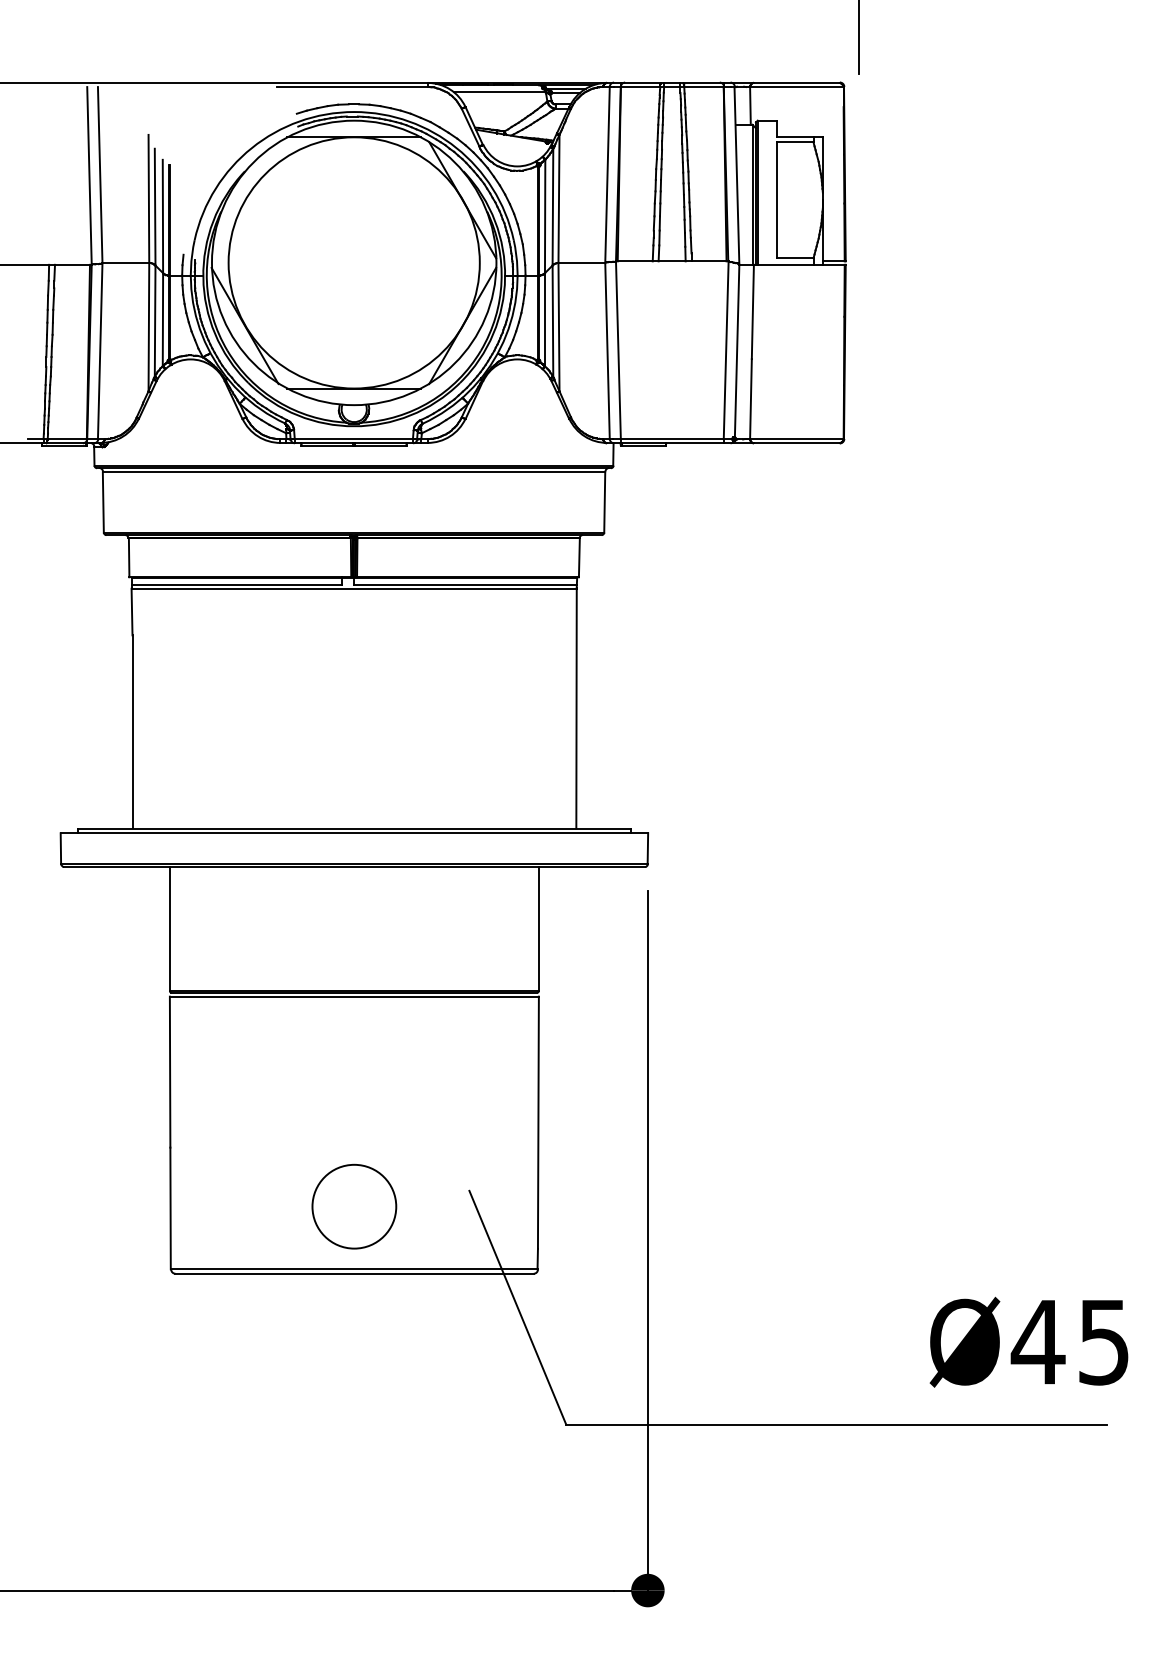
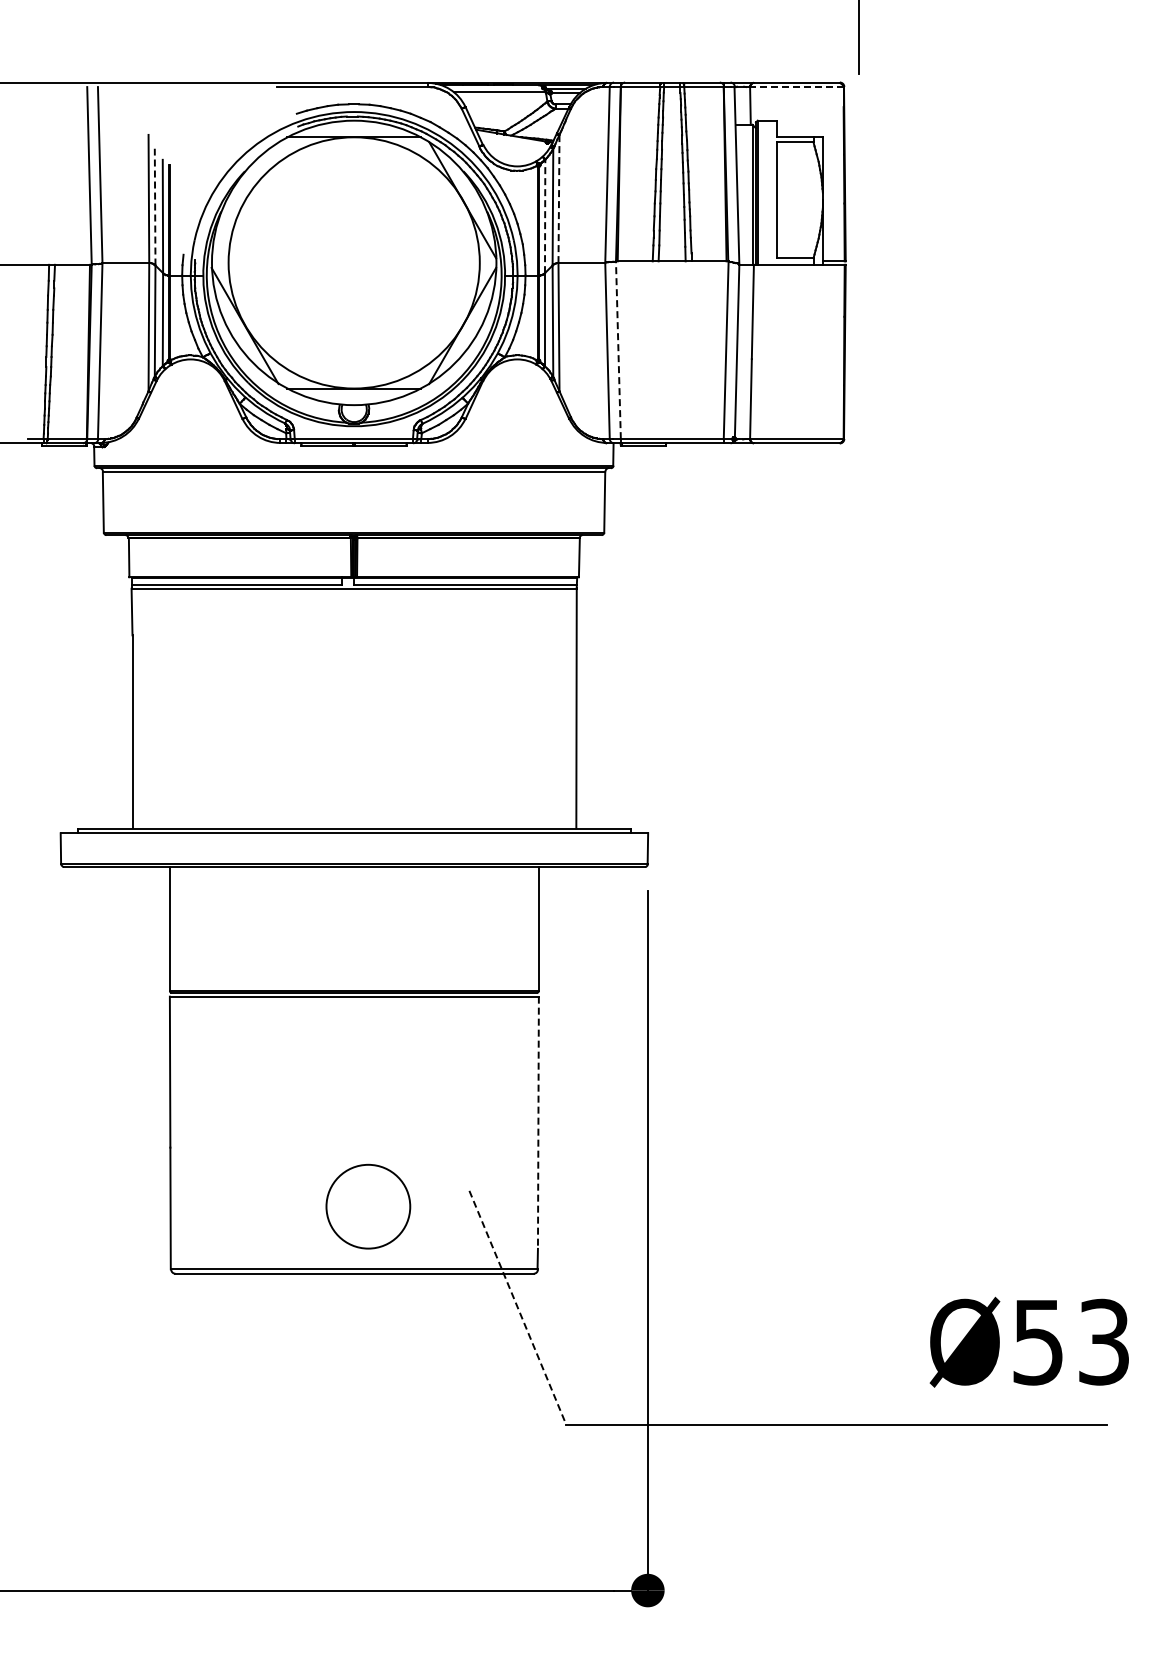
line at (797, 87): solid -> dashed
line at (559, 198): solid -> dashed
line at (155, 206): solid -> dashed
line at (545, 216): solid -> dashed
line at (618, 350): solid -> dashed
line at (538, 1123): solid -> dashed
circle at (354, 1206) position: (354, 1206) -> (368, 1206)
line at (517, 1307): solid -> dashed
text at (1069, 1341): Ø45 -> Ø53
